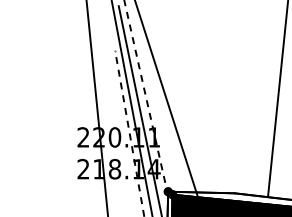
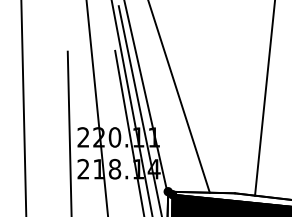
line at (146, 97): dashed -> solid
line at (166, 99) position: (166, 99) -> (179, 97)
line at (277, 99) position: (277, 99) -> (264, 98)
line at (23, 107): none -> present
line at (69, 132): none -> present
line at (129, 133): dashed -> solid
